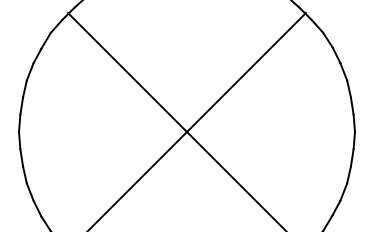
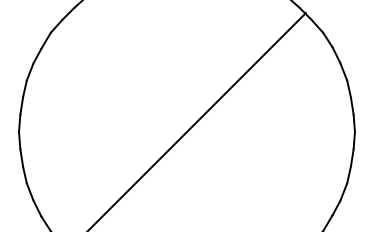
line at (175, 120): present -> none
